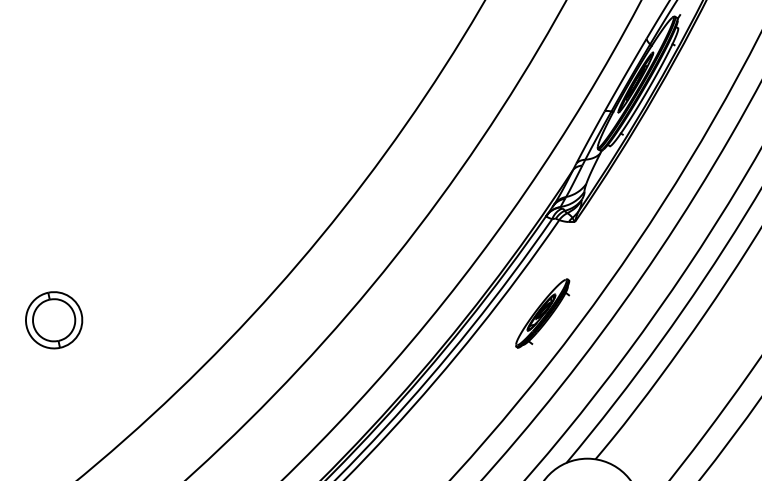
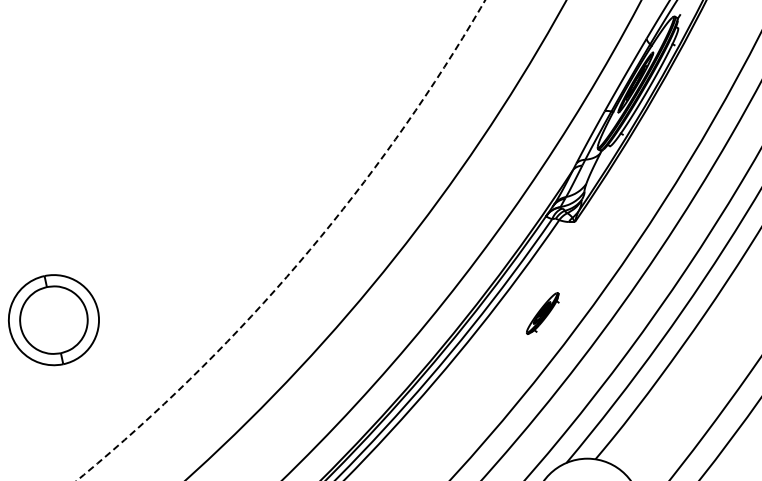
arc at (302, 259): solid -> dashed
part at (542, 313) size: 56x71 px -> 34x43 px
part at (54, 320) size: 59x59 px -> 92x93 px
